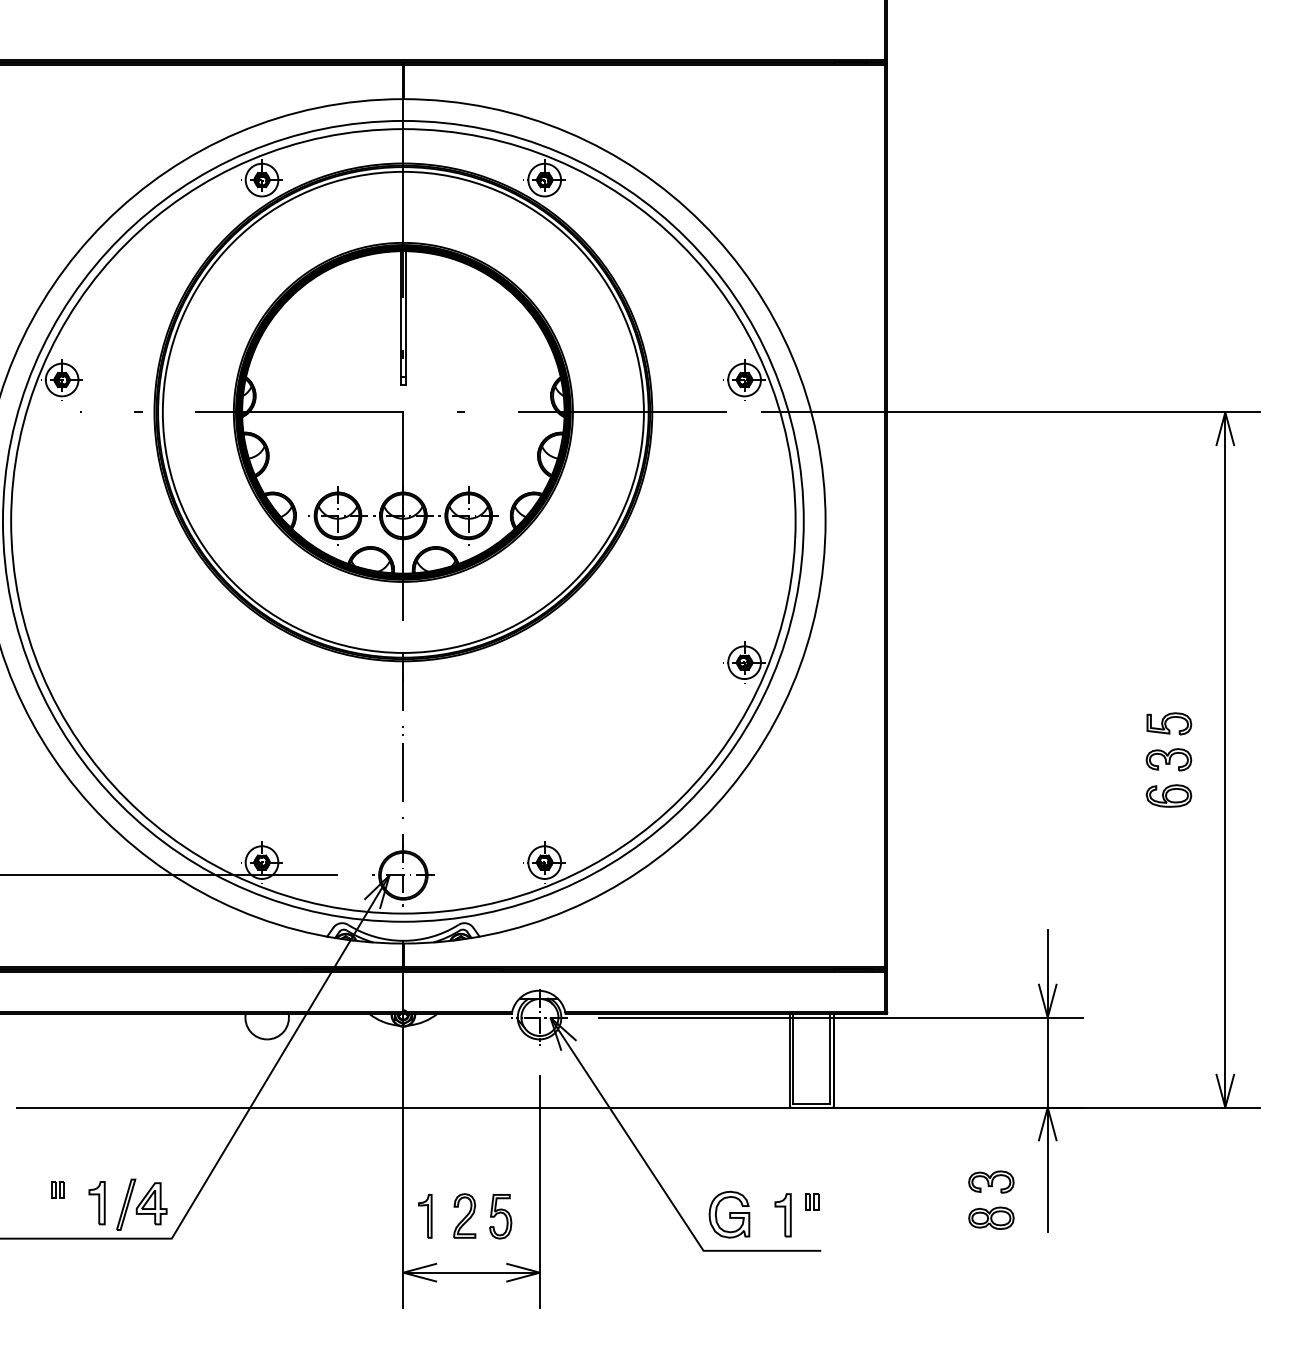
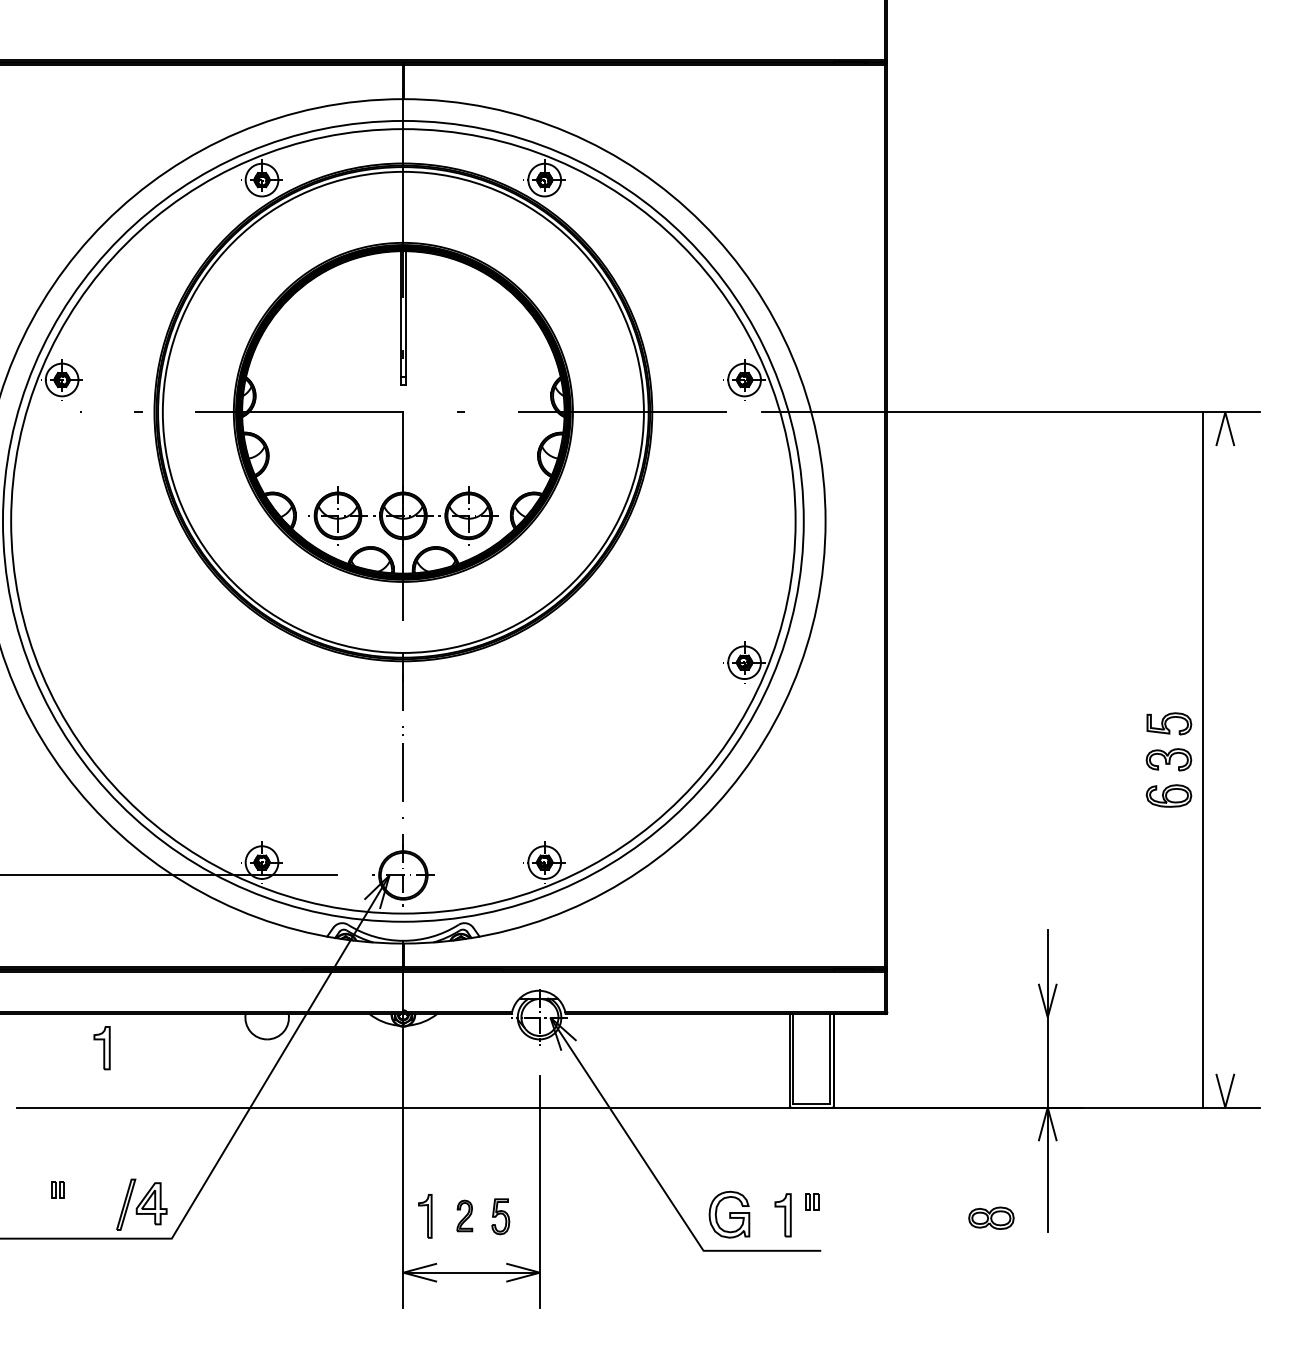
line at (1225, 759) position: (1225, 759) -> (1203, 759)
line at (840, 1017): present -> none
part at (991, 1181): present -> none
part at (96, 1203) position: (96, 1203) -> (101, 1048)
part at (464, 1215) size: 24x46 px -> 18x34 px
part at (500, 1216) size: 24x46 px -> 20x38 px
